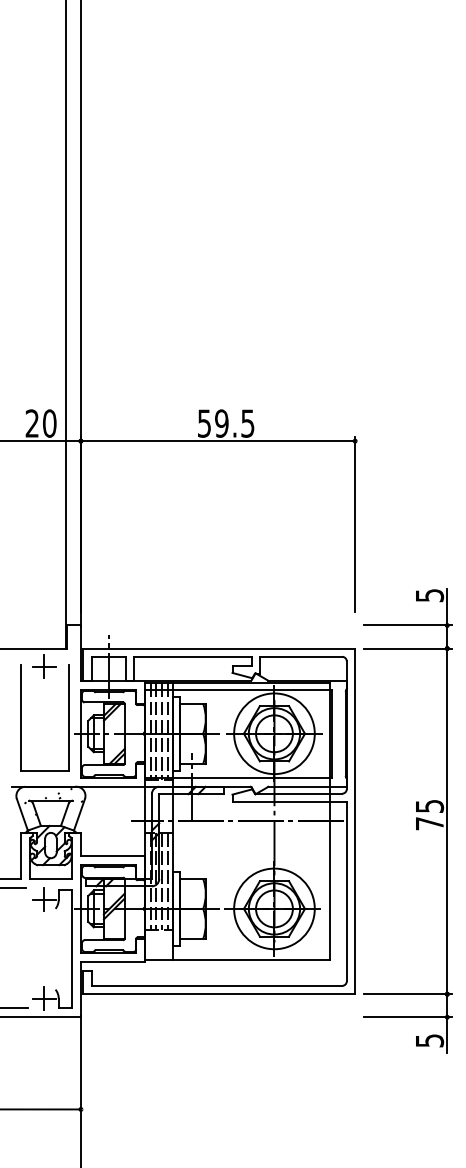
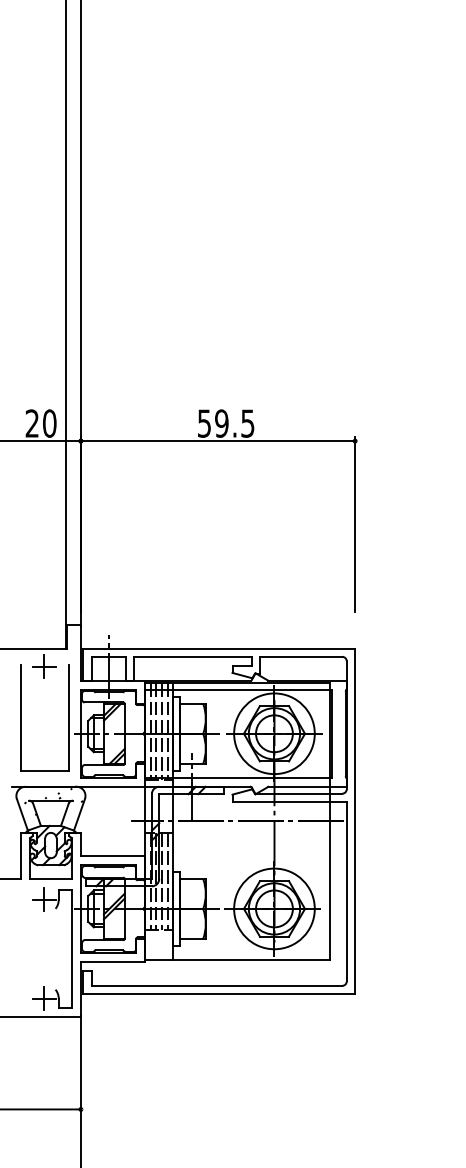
part at (416, 820): present -> none
line at (13, 888): present -> none
line at (15, 1008): present -> none
